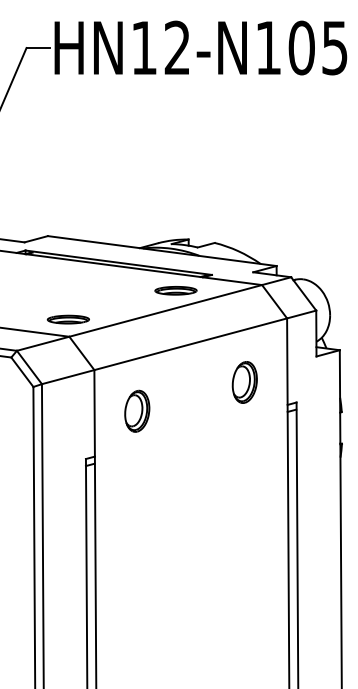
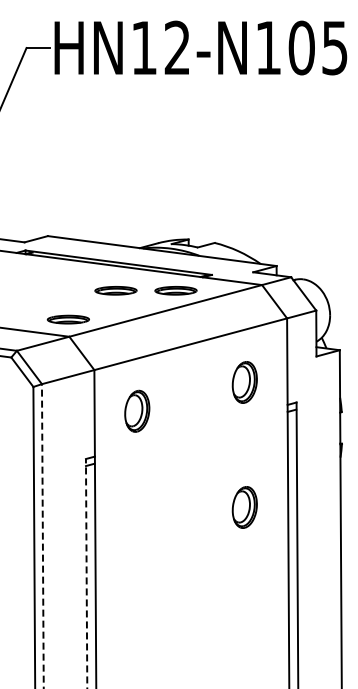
part at (115, 290): none -> present
part at (244, 507): none -> present
line at (42, 536): solid -> dashed
line at (86, 573): solid -> dashed
